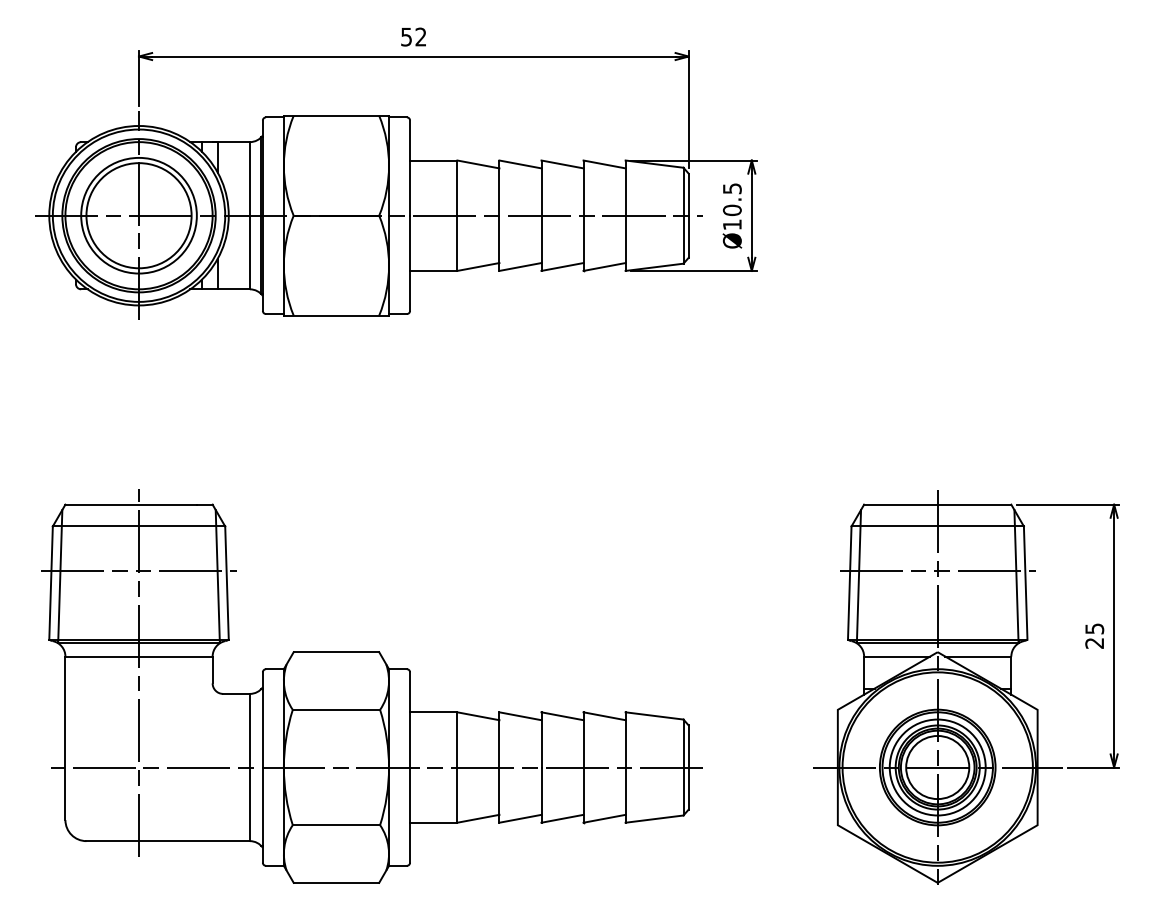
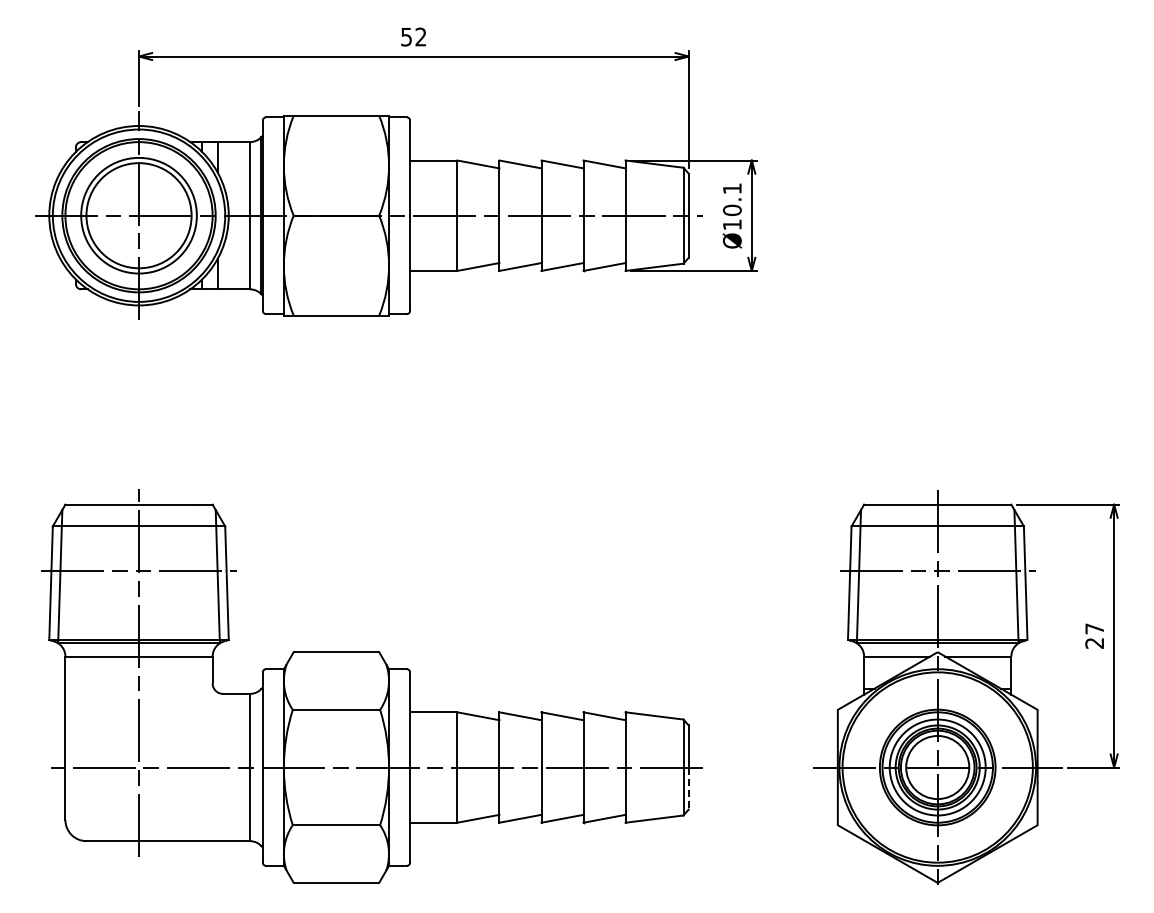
text at (732, 188): Ø10.5 -> Ø10.1
text at (1094, 628): 25 -> 27
line at (688, 789): solid -> dashed
